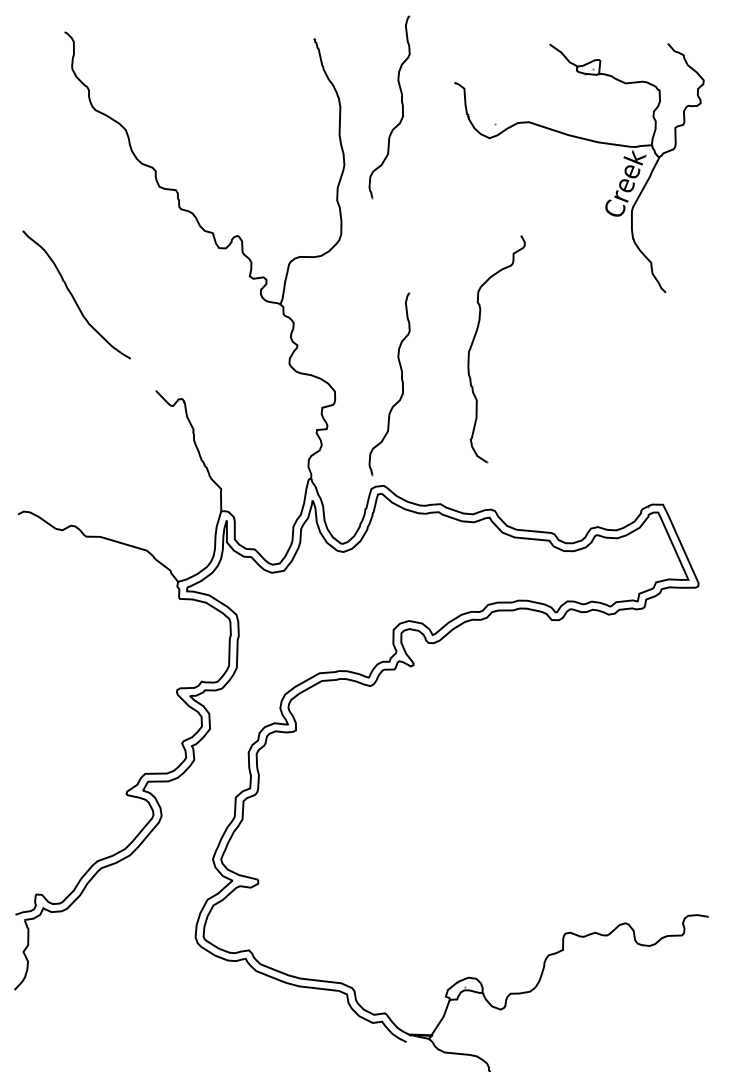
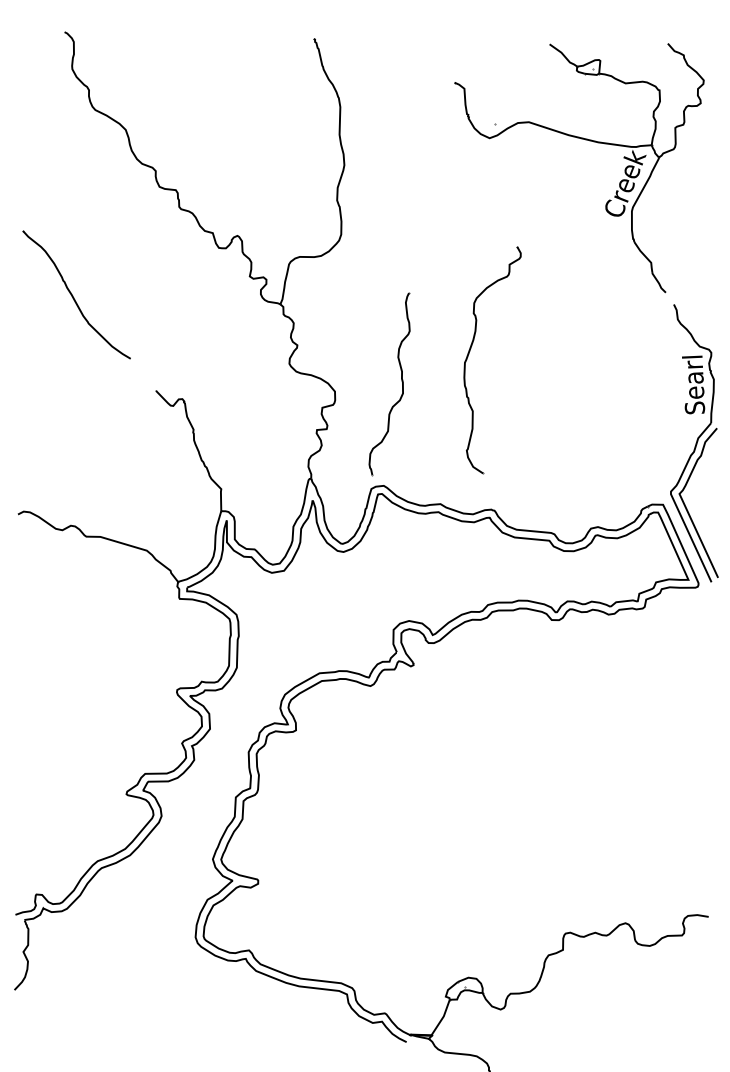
part at (401, 104): present -> none
part at (474, 340) position: (474, 340) -> (470, 351)
part at (694, 443): none -> present
